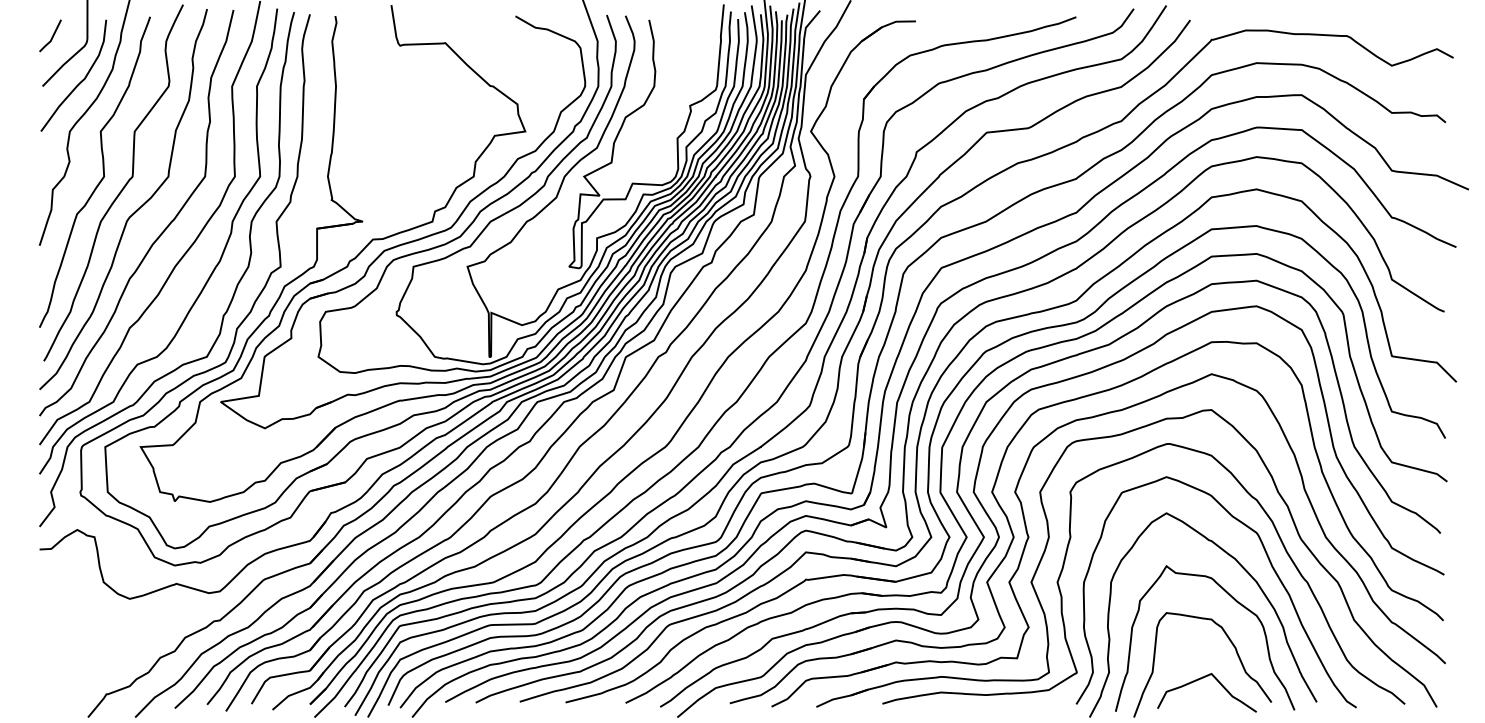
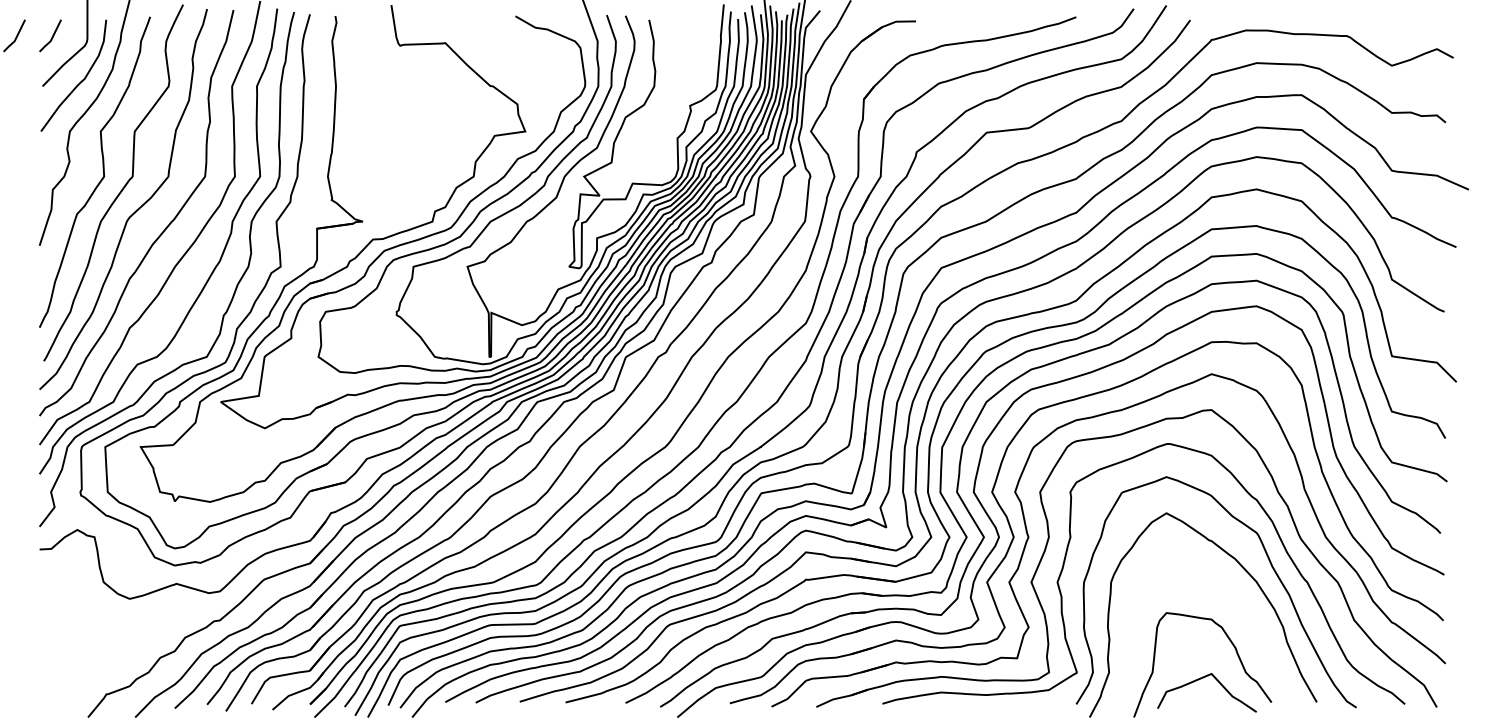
line at (16, 35): none -> present
curve at (1236, 602): present -> none
